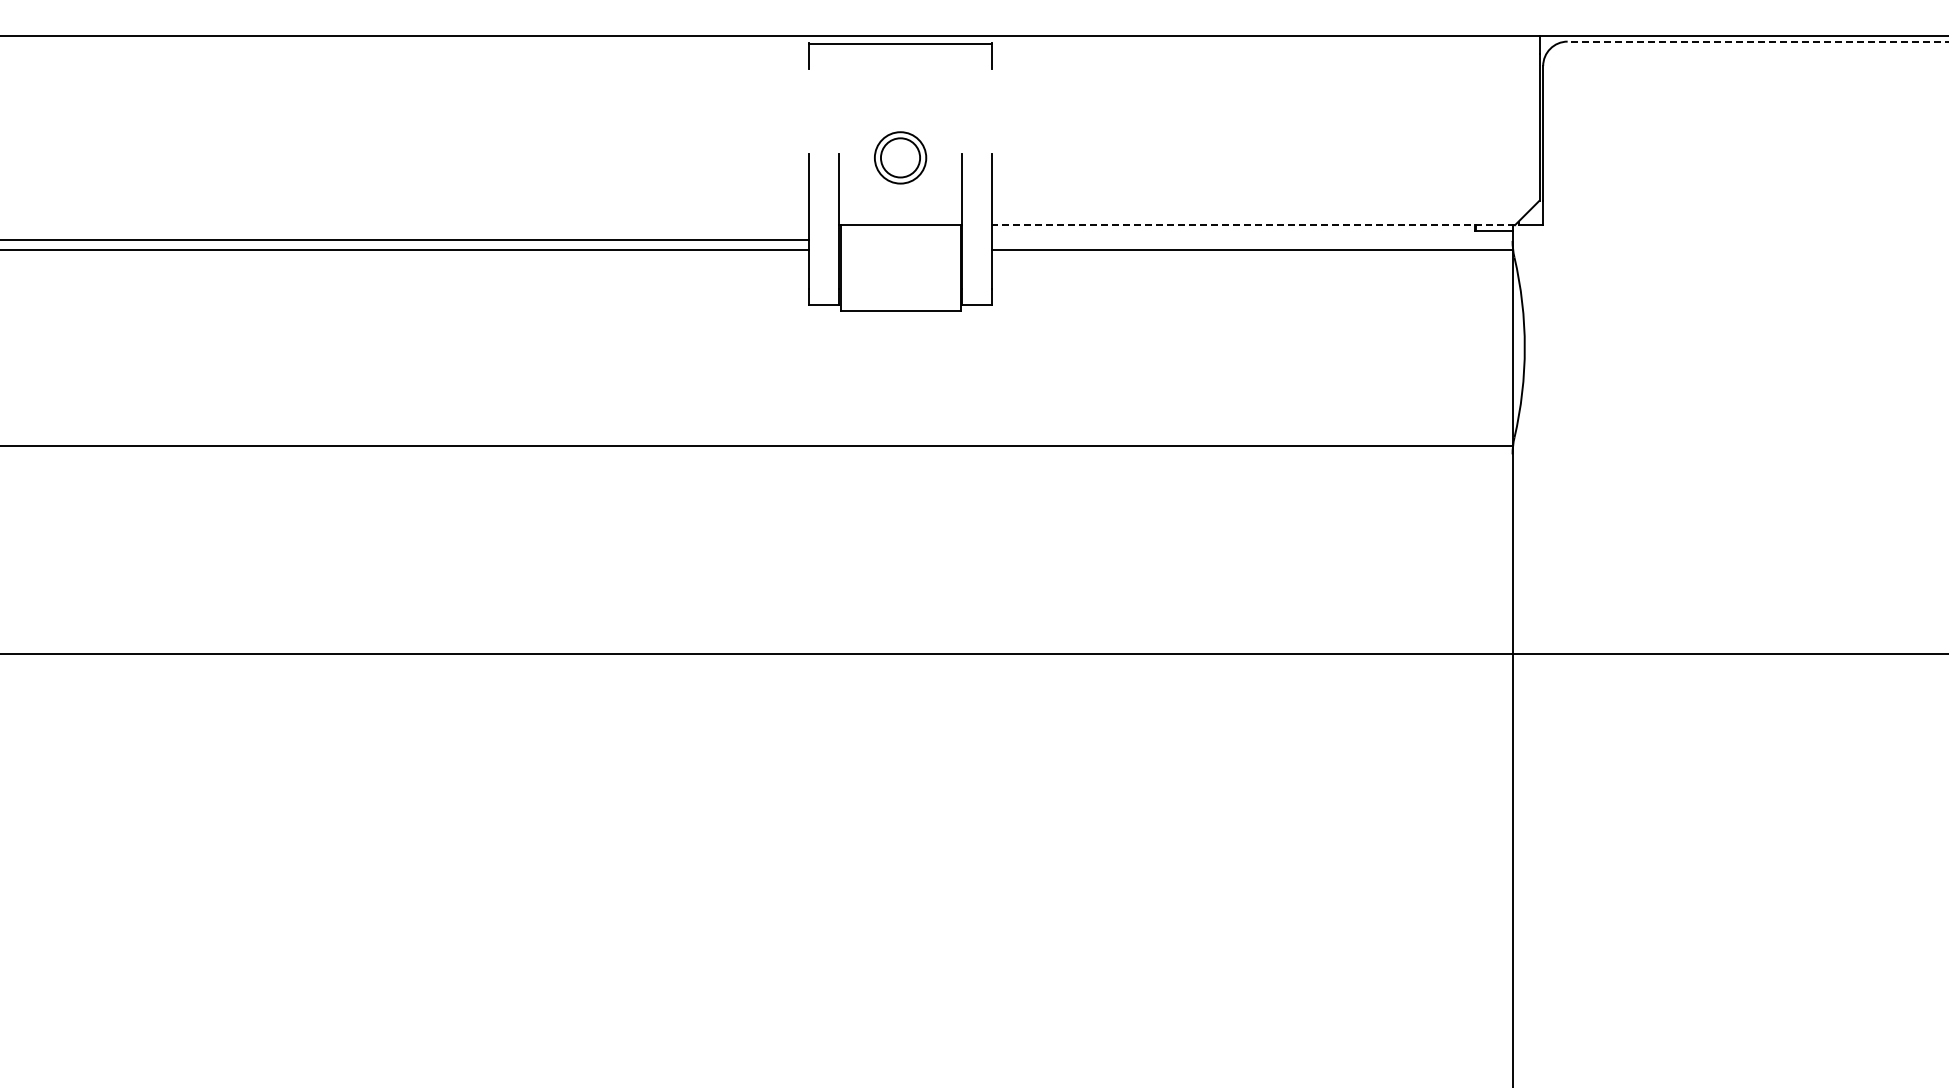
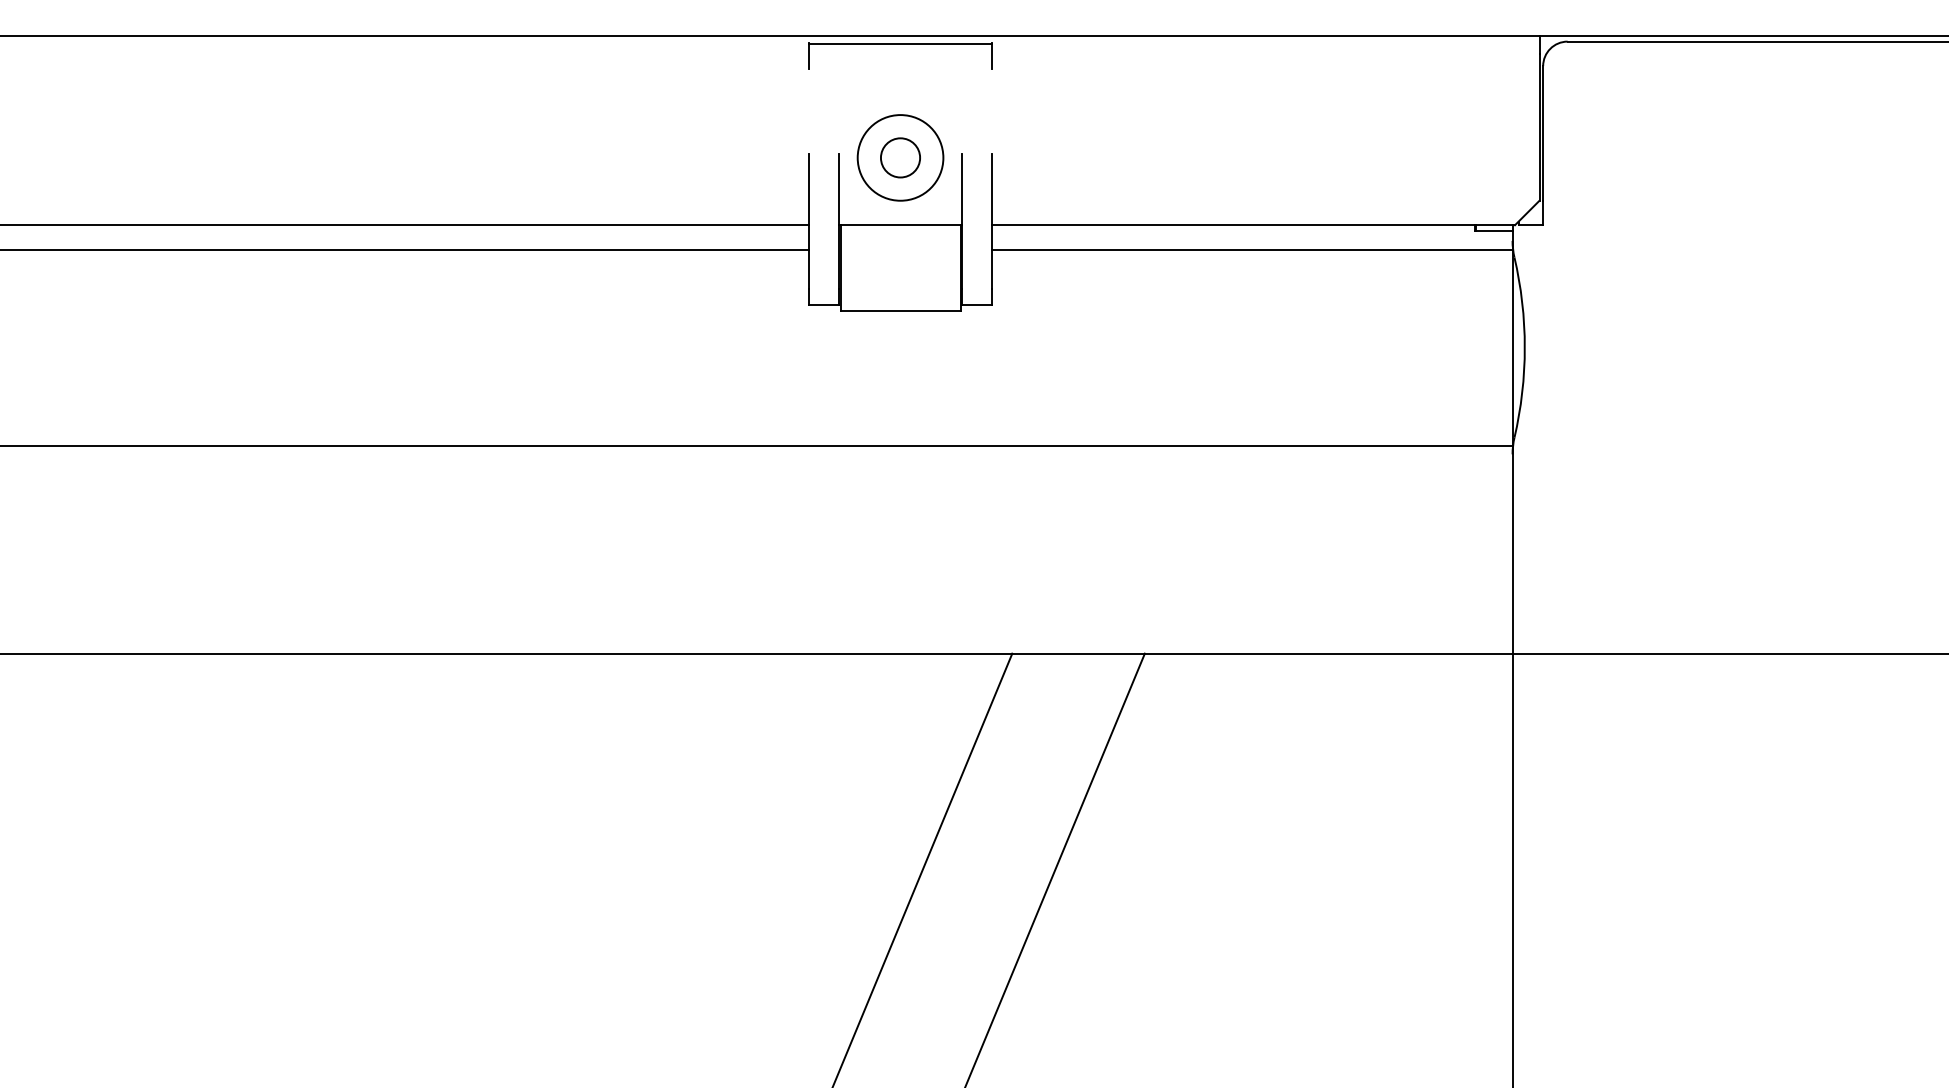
line at (1757, 41): dashed -> solid
circle at (900, 157) diameter: 51 px -> 86 px
line at (1253, 225): dashed -> solid
line at (405, 240) position: (405, 240) -> (405, 225)
line at (922, 868): none -> present
line at (1055, 868): none -> present
